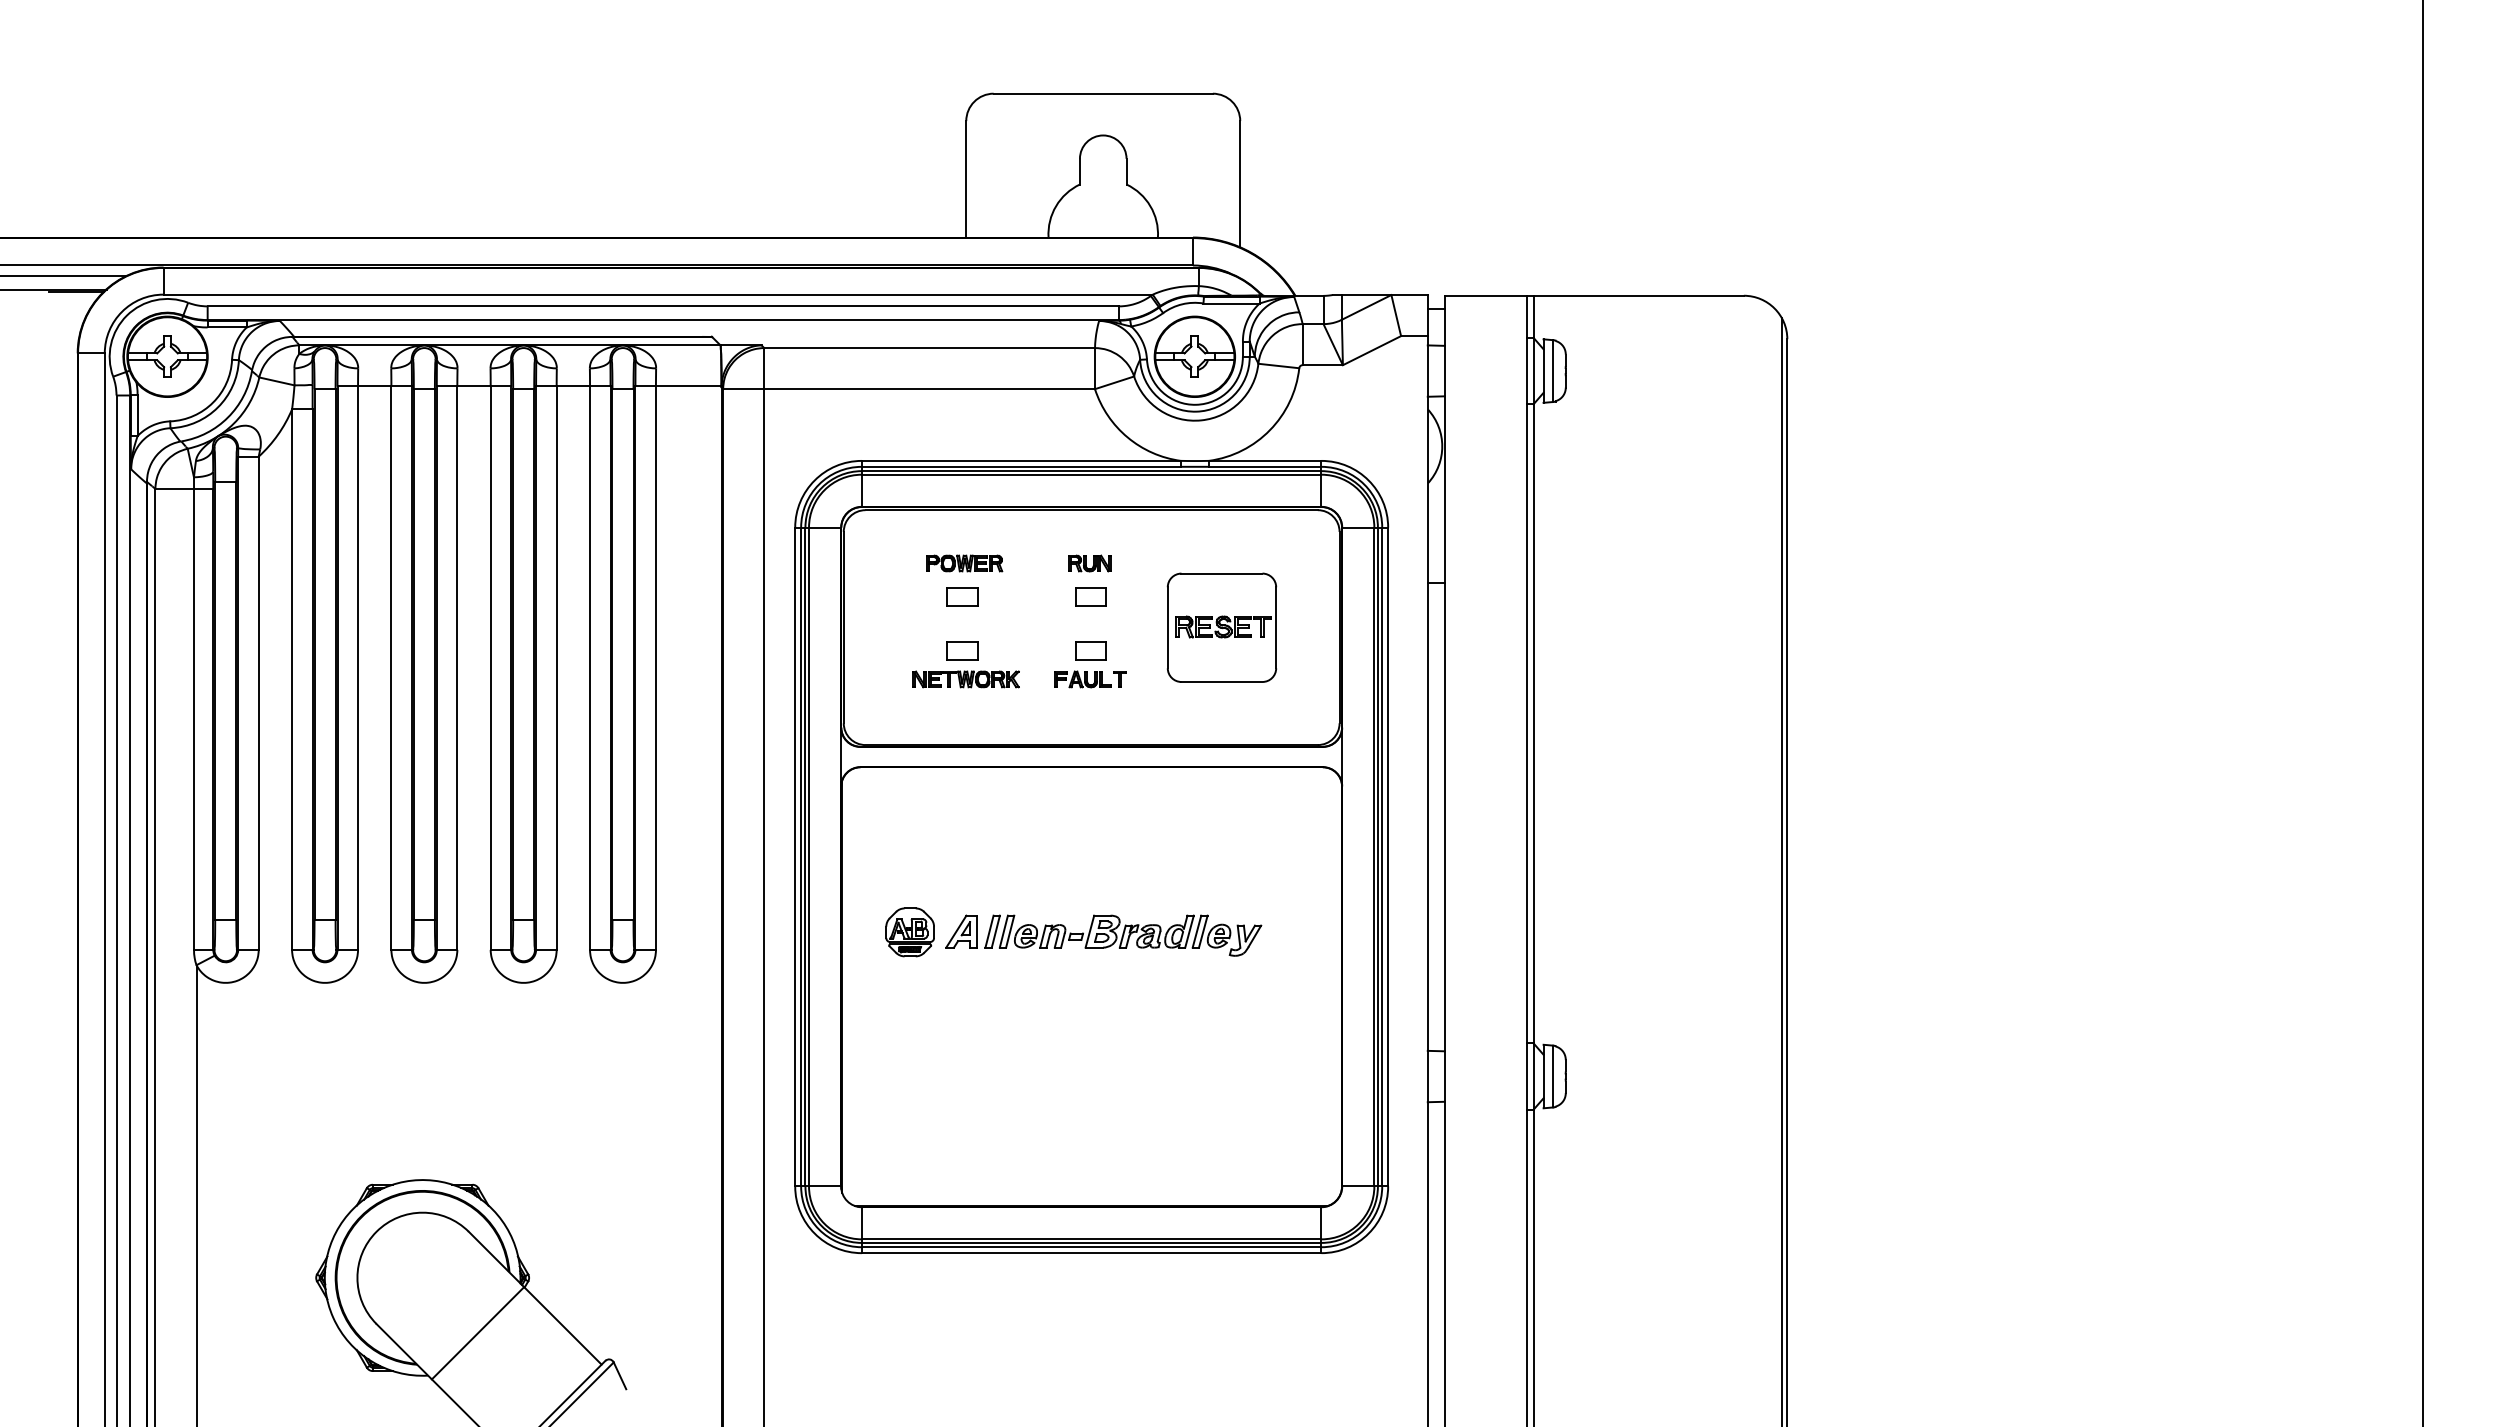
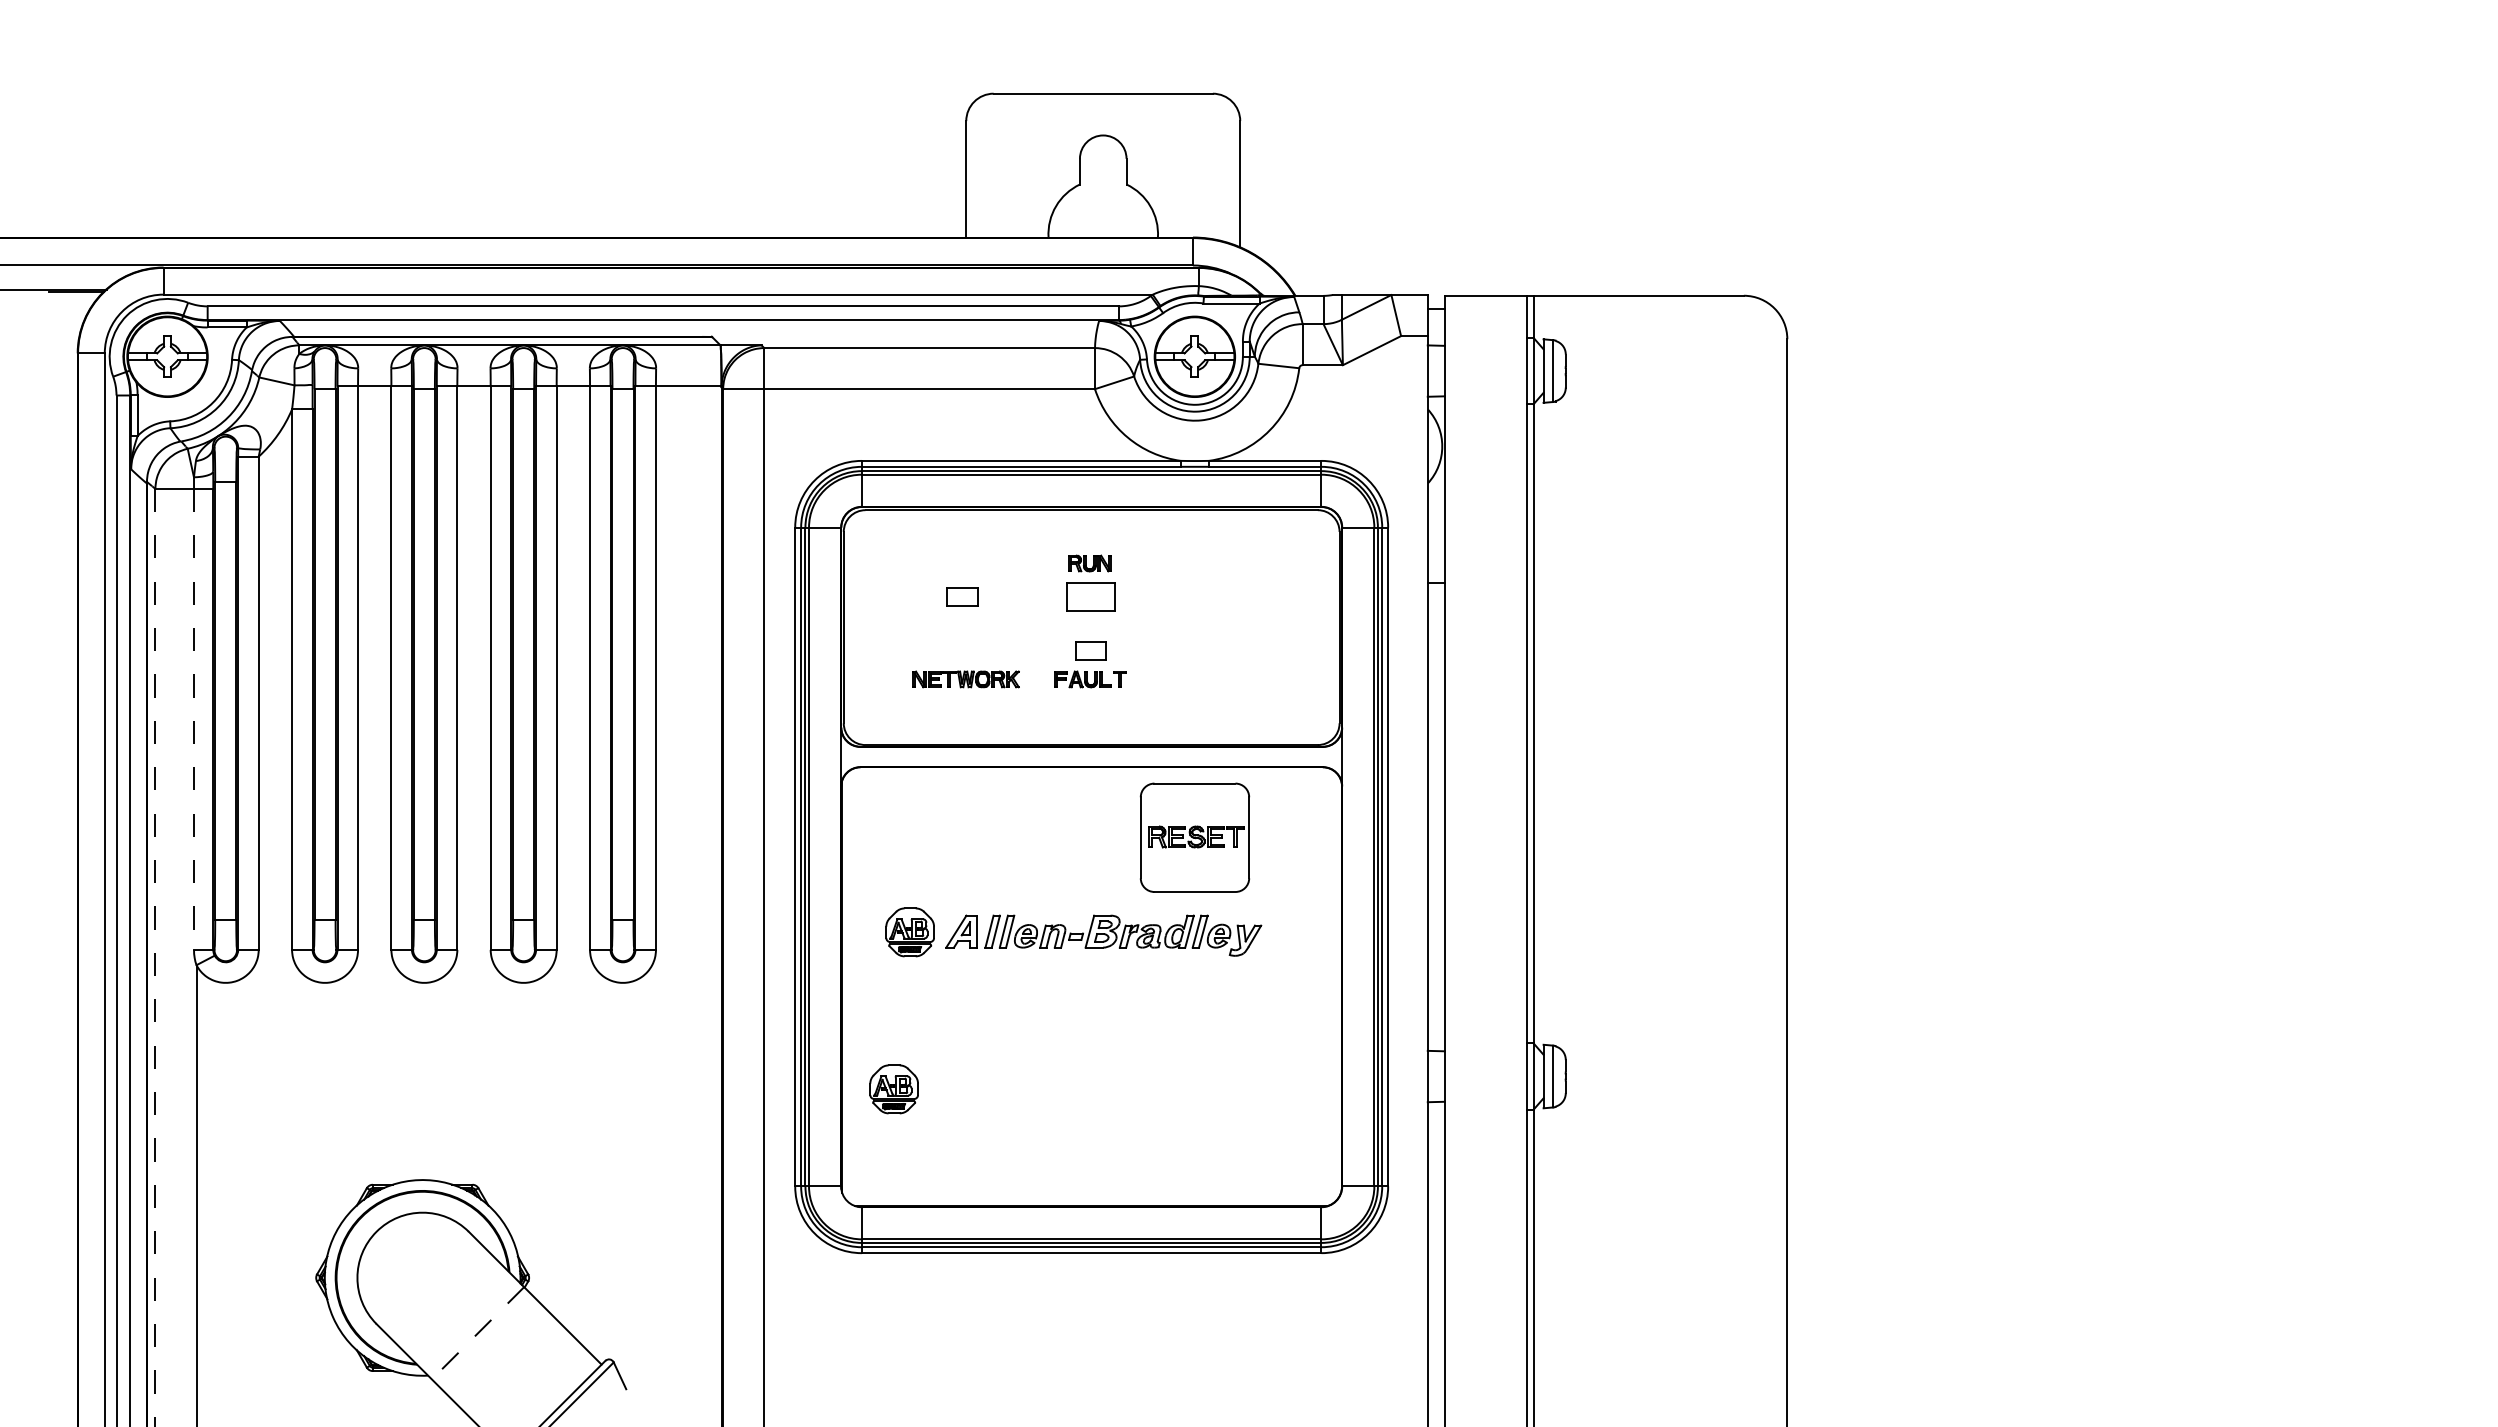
line at (64, 276): present -> none
part at (964, 563): present -> none
part at (1090, 596) size: 32x20 px -> 50x30 px
part at (1221, 627) position: (1221, 627) -> (1194, 837)
part at (962, 650): present -> none
line at (2423, 712): present -> none
line at (194, 719): solid -> dashed
line at (1781, 870): present -> none
line at (155, 957): solid -> dashed
part at (893, 1089): none -> present
line at (477, 1333): solid -> dashed
